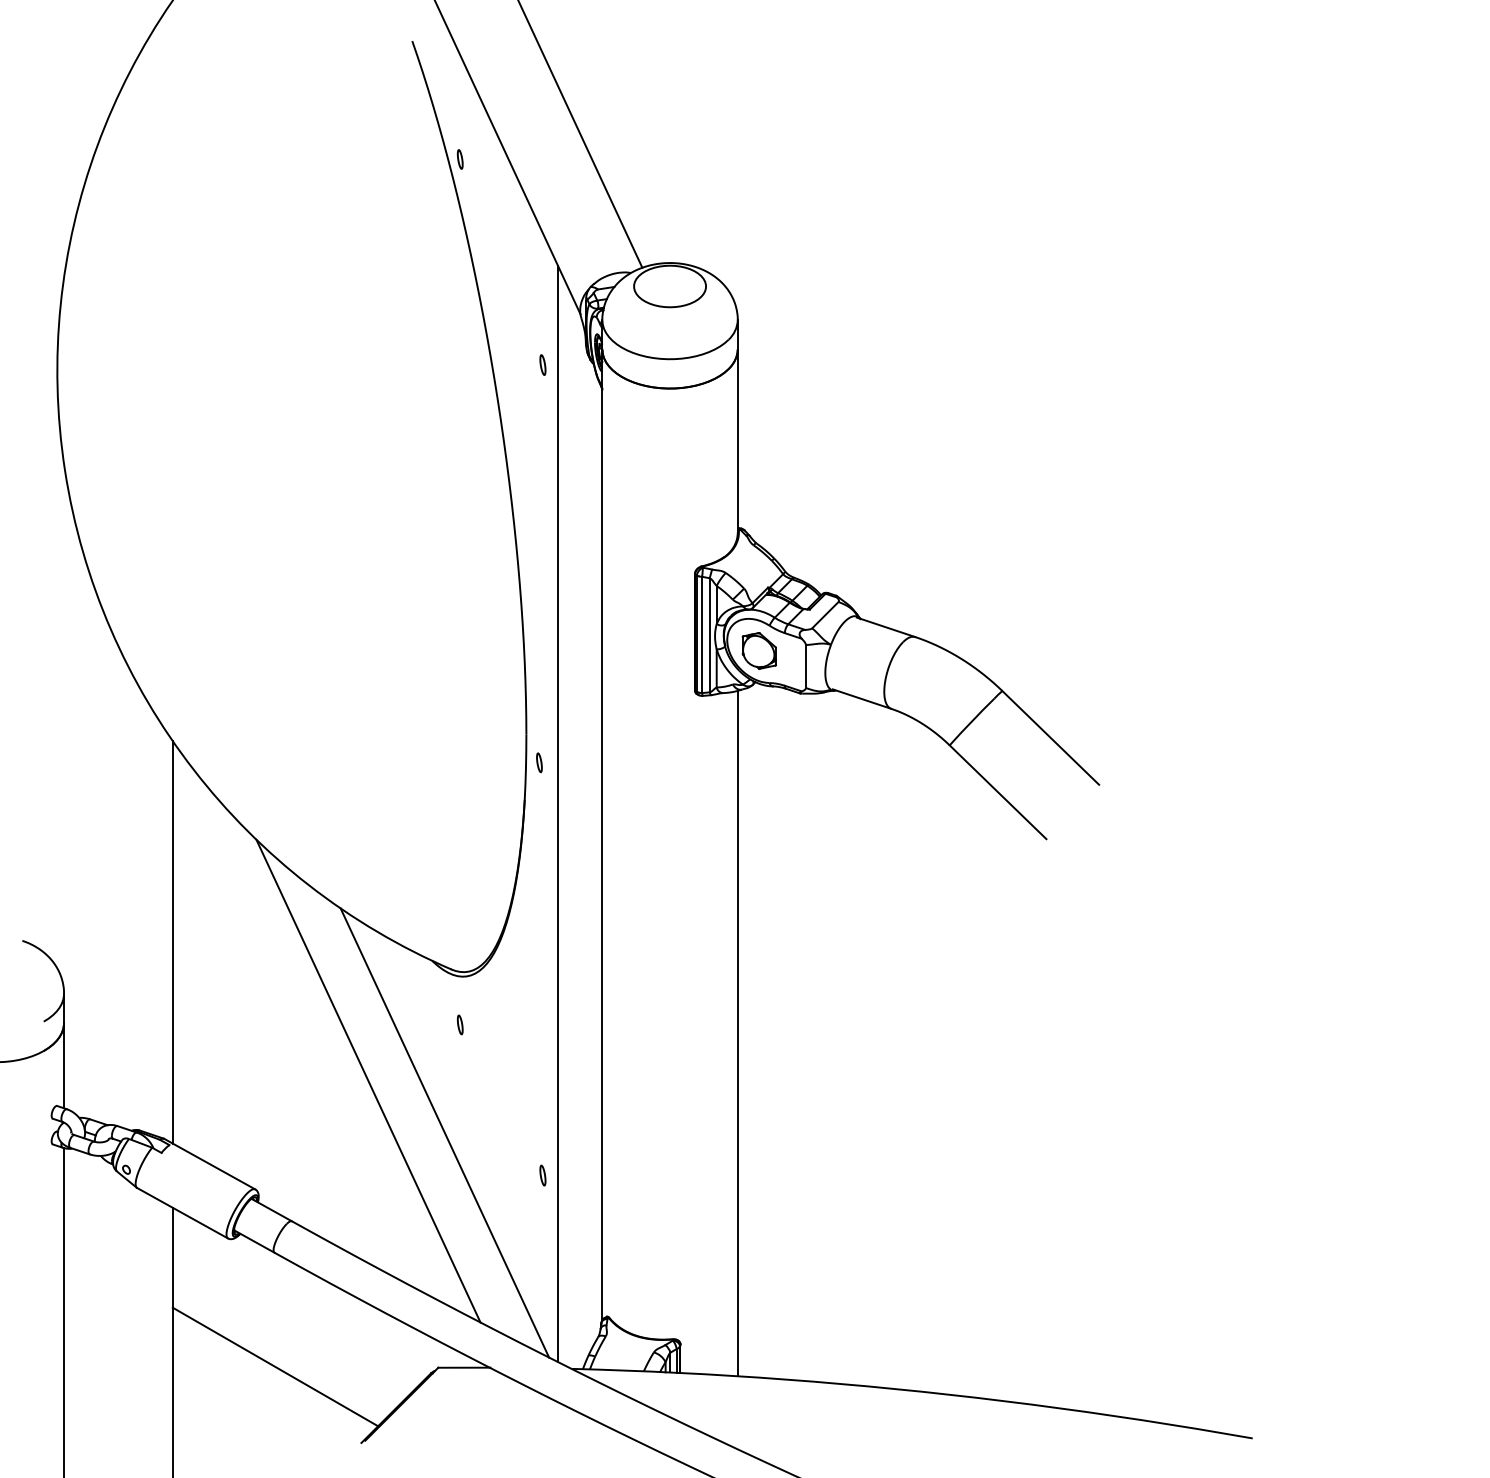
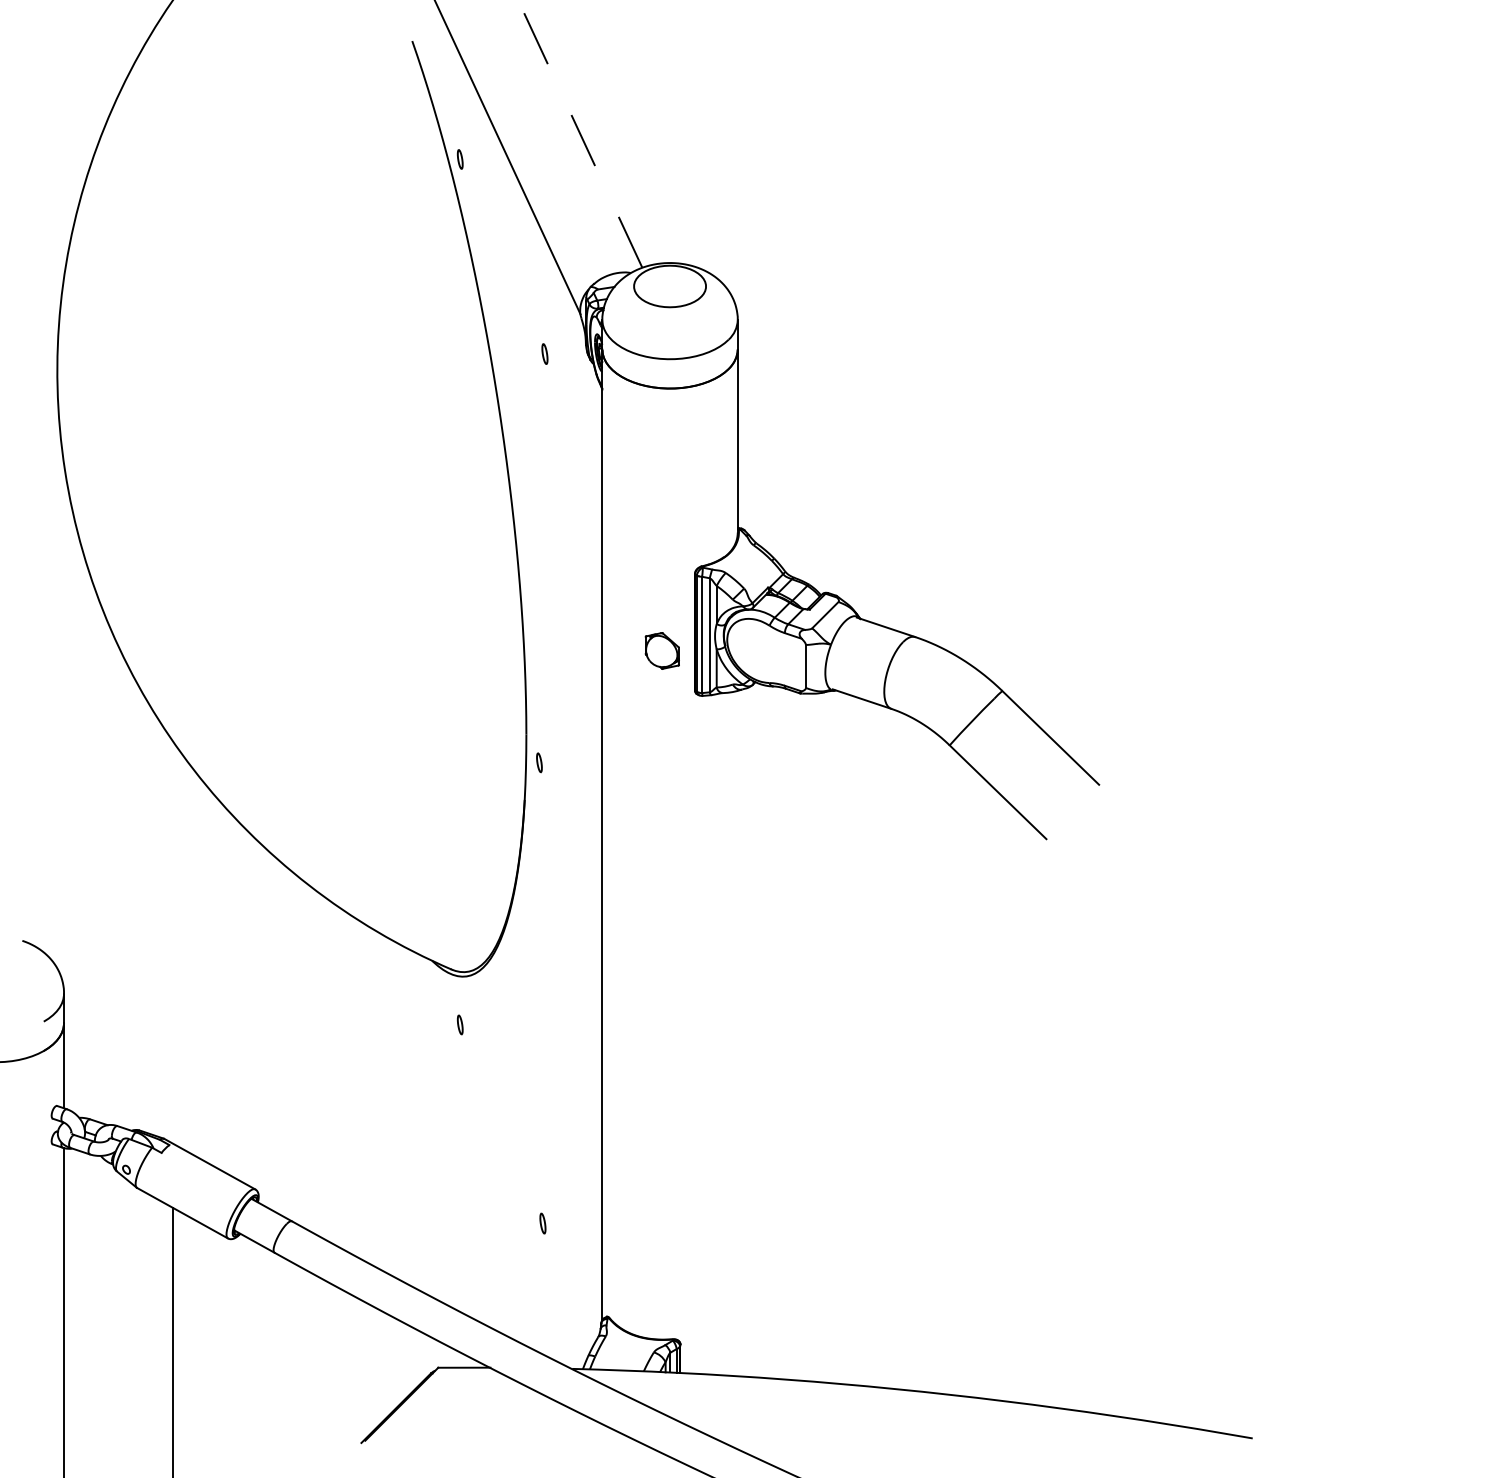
line at (580, 133): solid -> dashed
part at (542, 364) position: (542, 364) -> (544, 353)
part at (758, 650) position: (758, 650) -> (661, 650)
line at (557, 813): present -> none
line at (172, 942): present -> none
line at (737, 1033): present -> none
line at (368, 1080): present -> none
line at (444, 1132): present -> none
part at (542, 1175) position: (542, 1175) -> (542, 1223)
line at (275, 1366): present -> none
